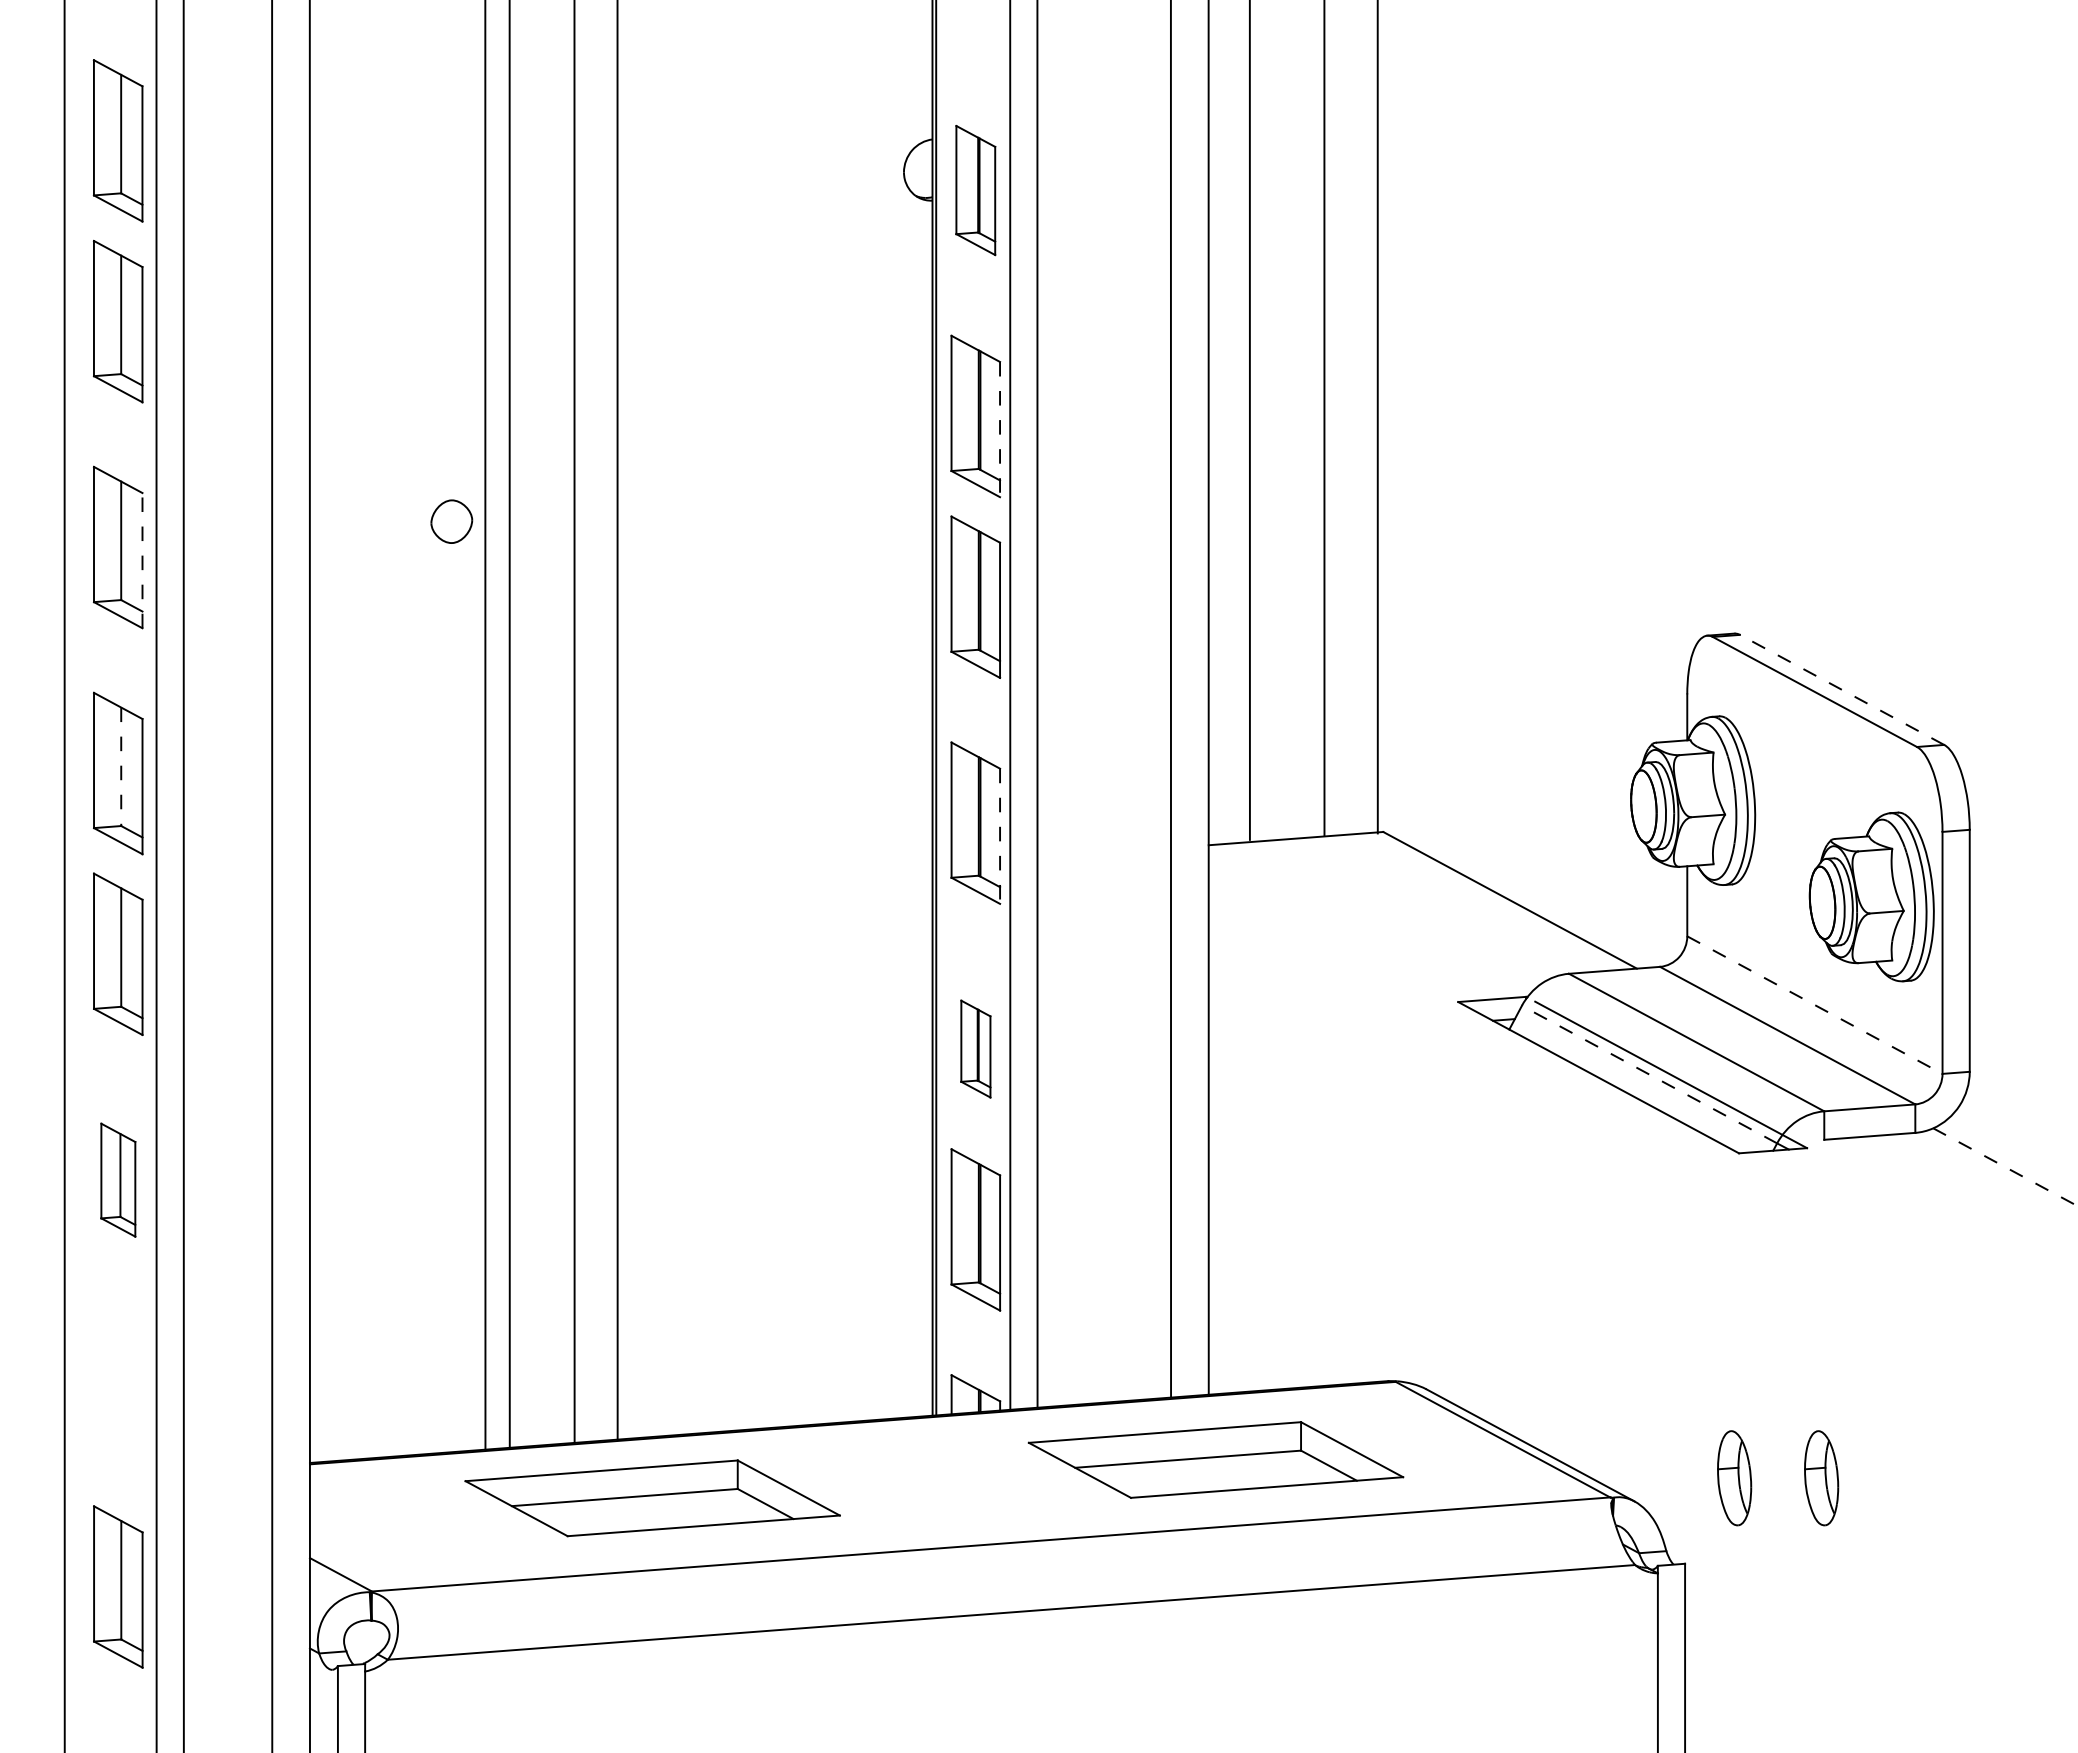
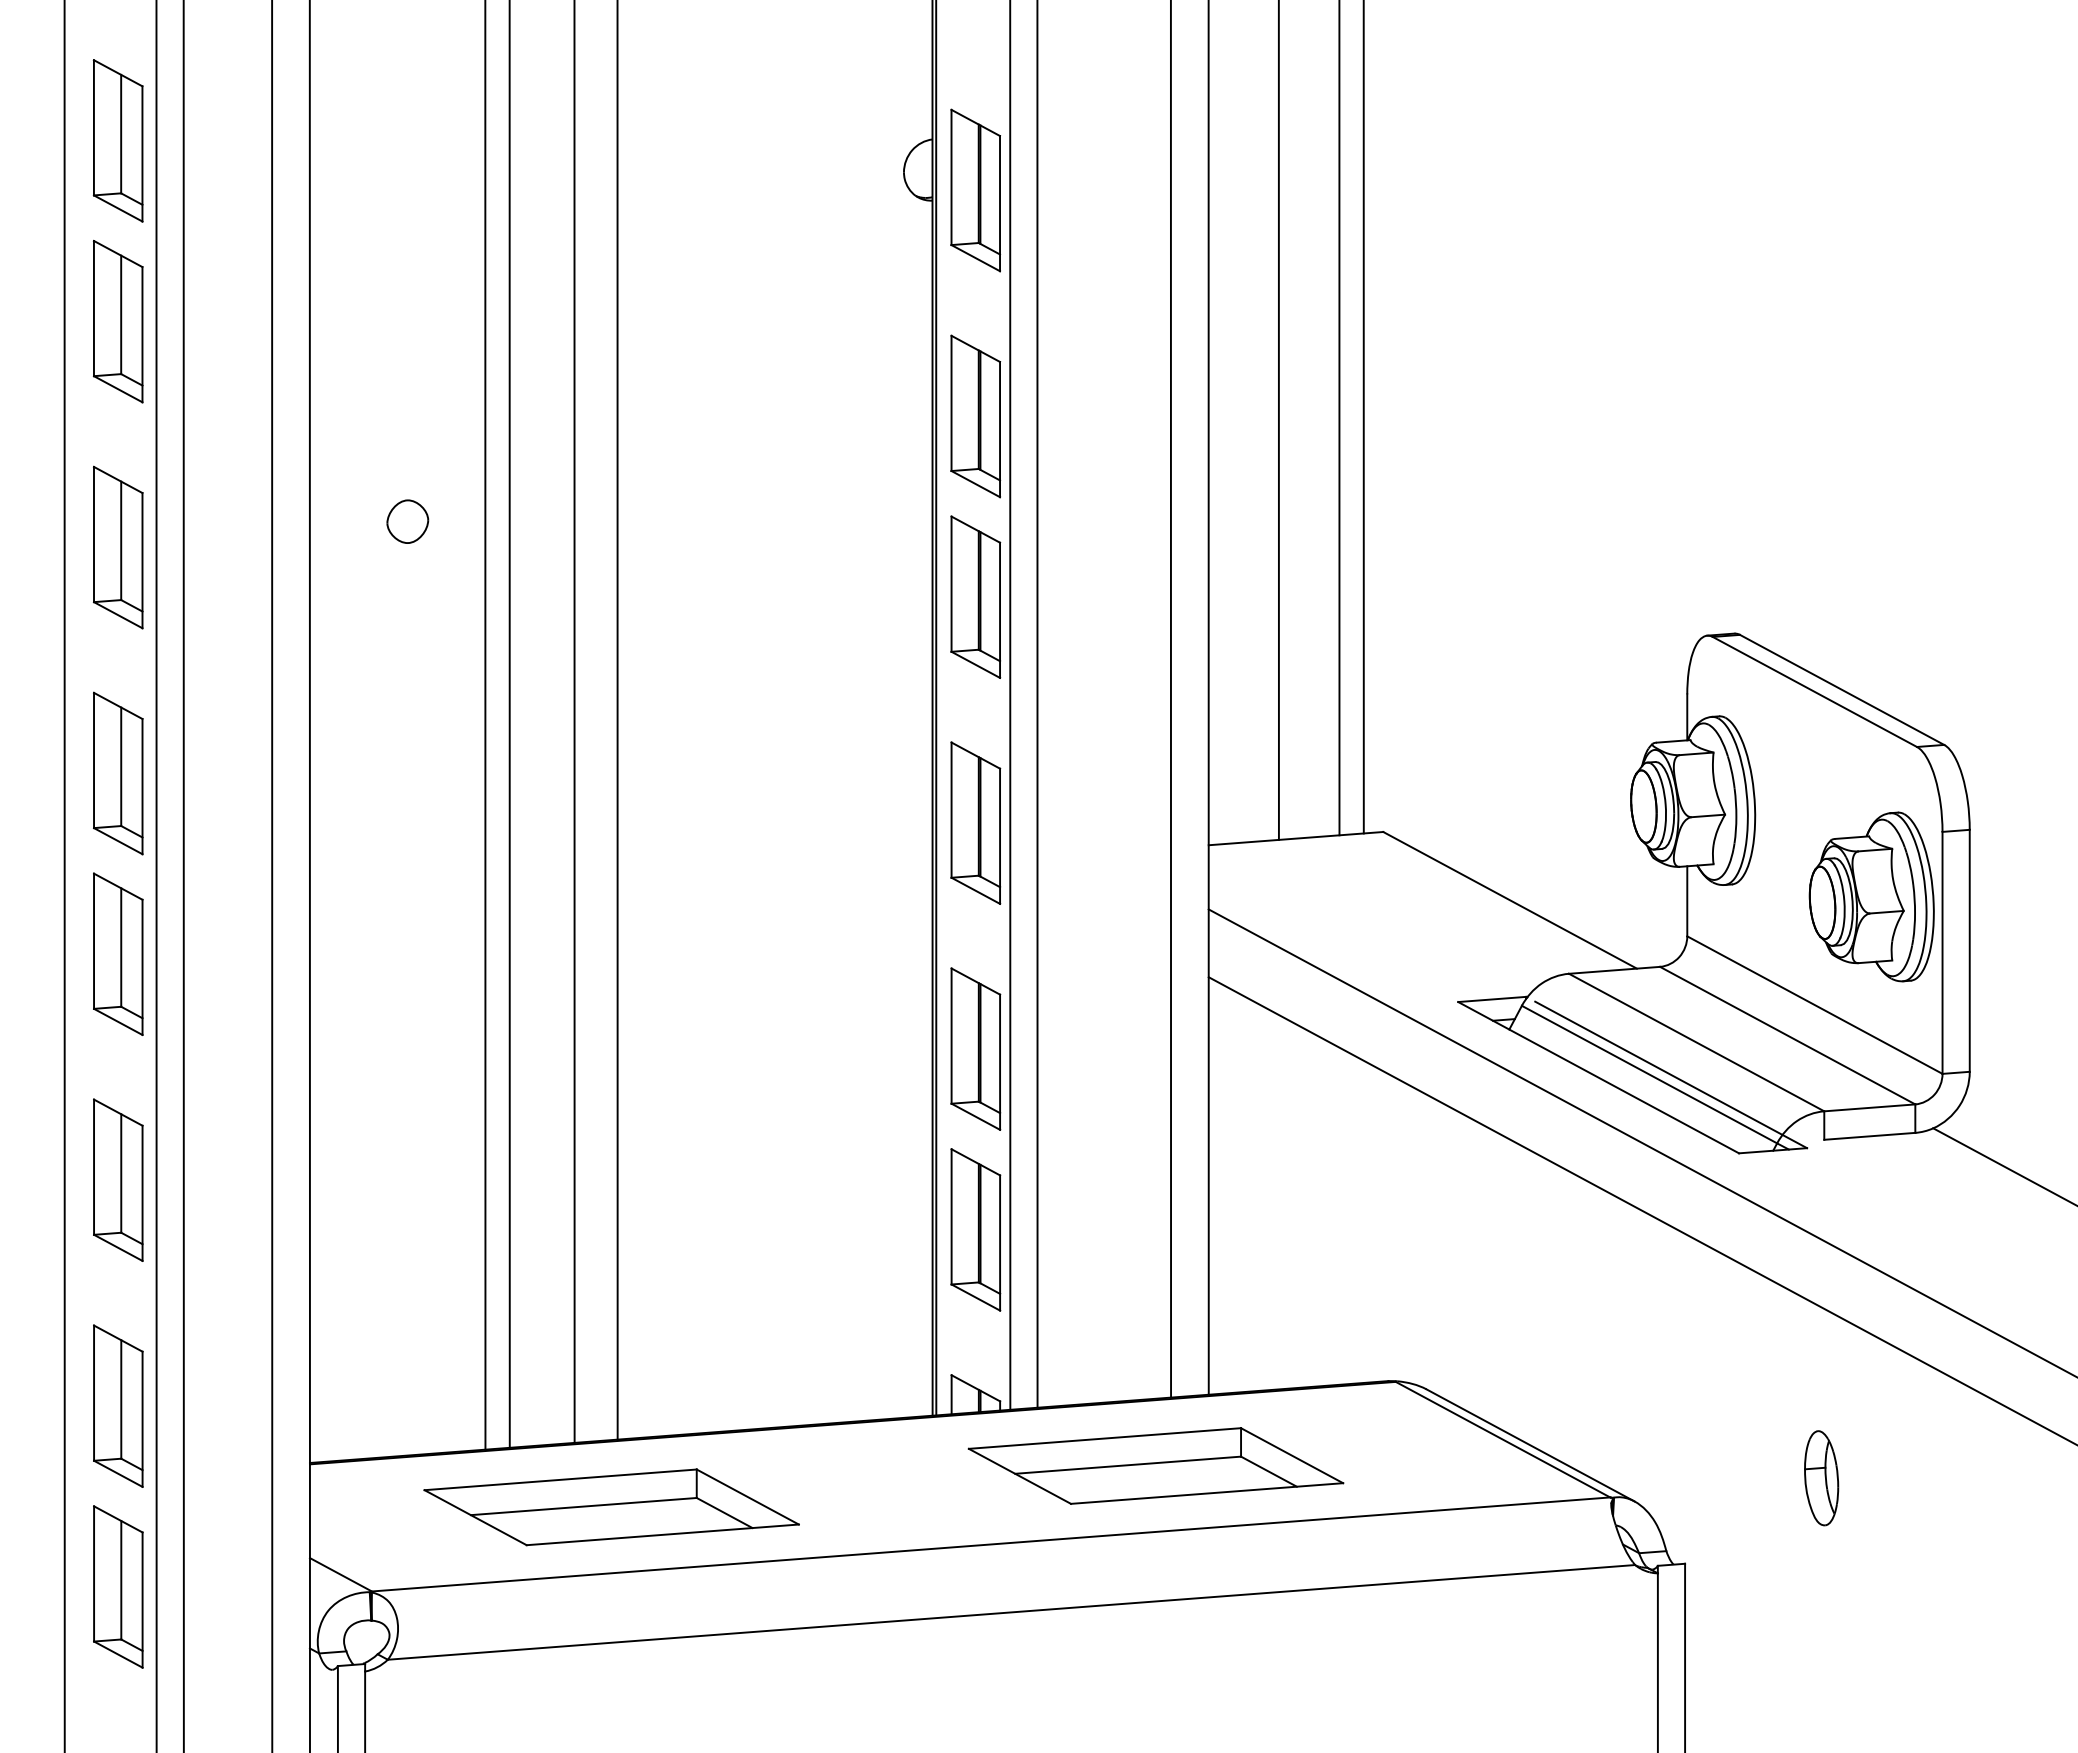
part at (975, 190) size: 42x132 px -> 52x165 px
line at (1377, 417) position: (1377, 417) -> (1363, 417)
line at (1324, 418) position: (1324, 418) -> (1339, 418)
line at (1249, 420) position: (1249, 420) -> (1278, 420)
line at (1000, 429): dashed -> solid
part at (451, 521) position: (451, 521) -> (407, 521)
line at (142, 560): dashed -> solid
line at (1842, 689): dashed -> solid
line at (121, 767): dashed -> solid
line at (1000, 836): dashed -> solid
line at (1814, 1005): dashed -> solid
part at (975, 1048) size: 32x100 px -> 52x164 px
line at (1649, 1074): dashed -> solid
line at (1641, 1142): none -> present
line at (2005, 1167): dashed -> solid
part at (118, 1179) size: 37x116 px -> 51x164 px
line at (1641, 1210): none -> present
part at (118, 1405): none -> present
part at (1215, 1459) position: (1215, 1459) -> (1155, 1465)
part at (1734, 1478): present -> none
part at (652, 1498) position: (652, 1498) -> (611, 1507)
